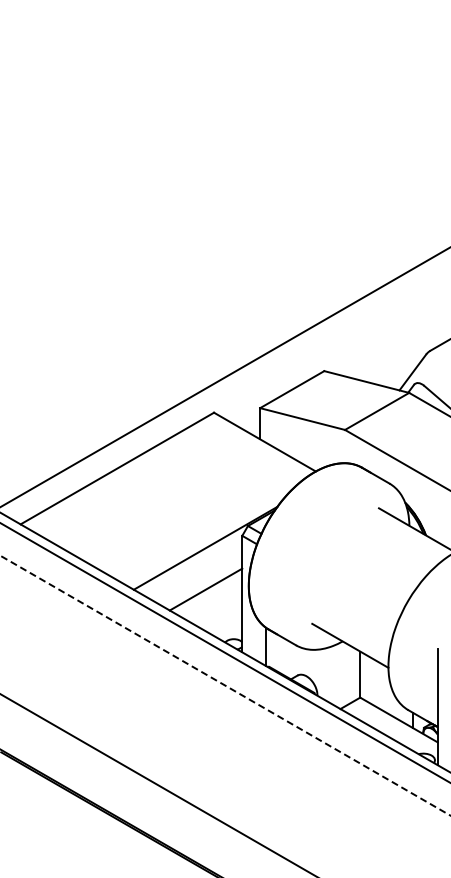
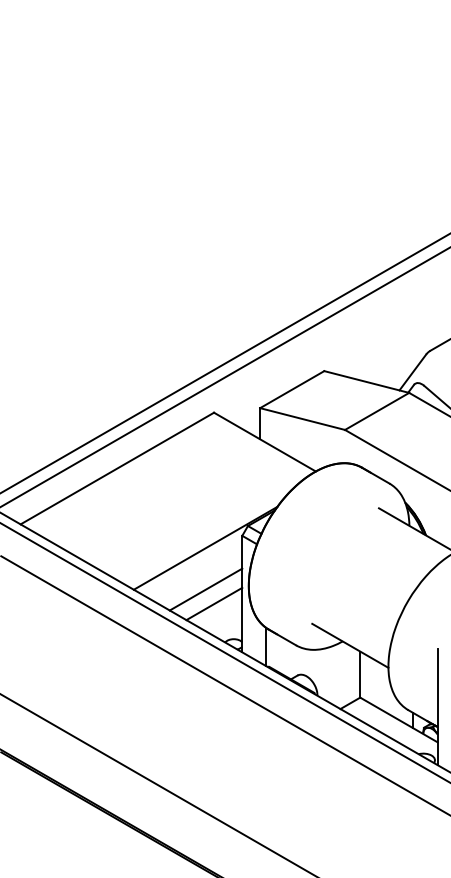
line at (224, 363): none -> present
line at (214, 603): none -> present
line at (226, 686): dashed -> solid
